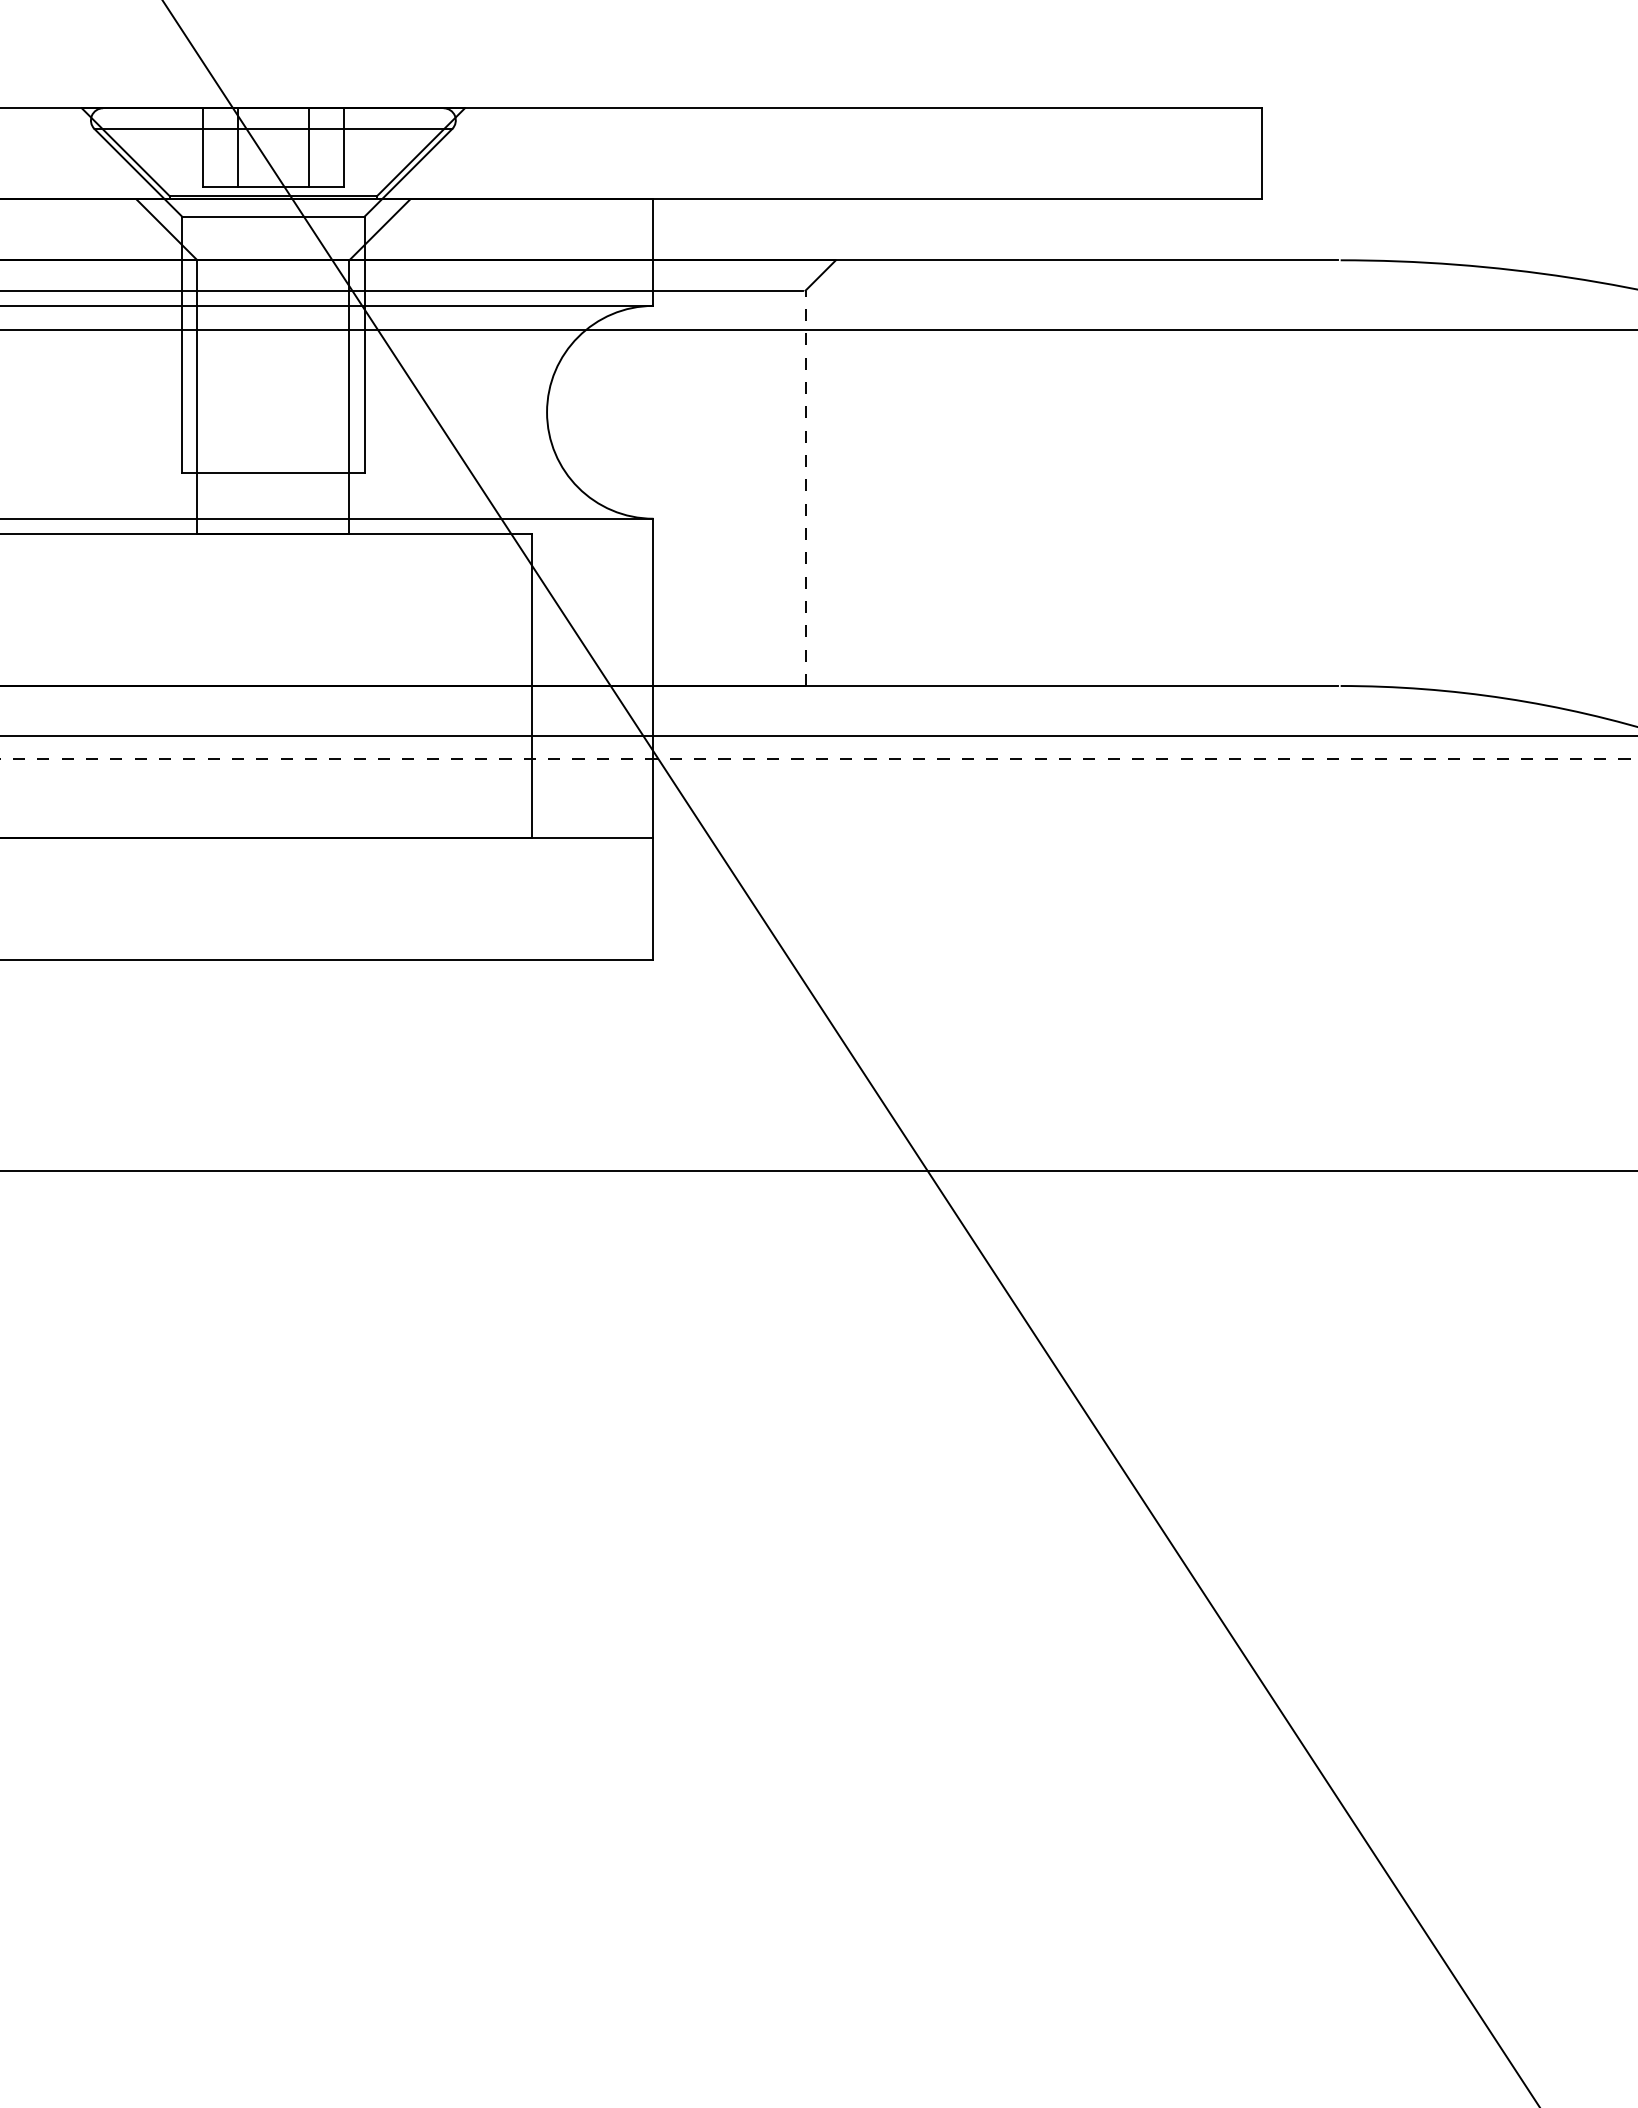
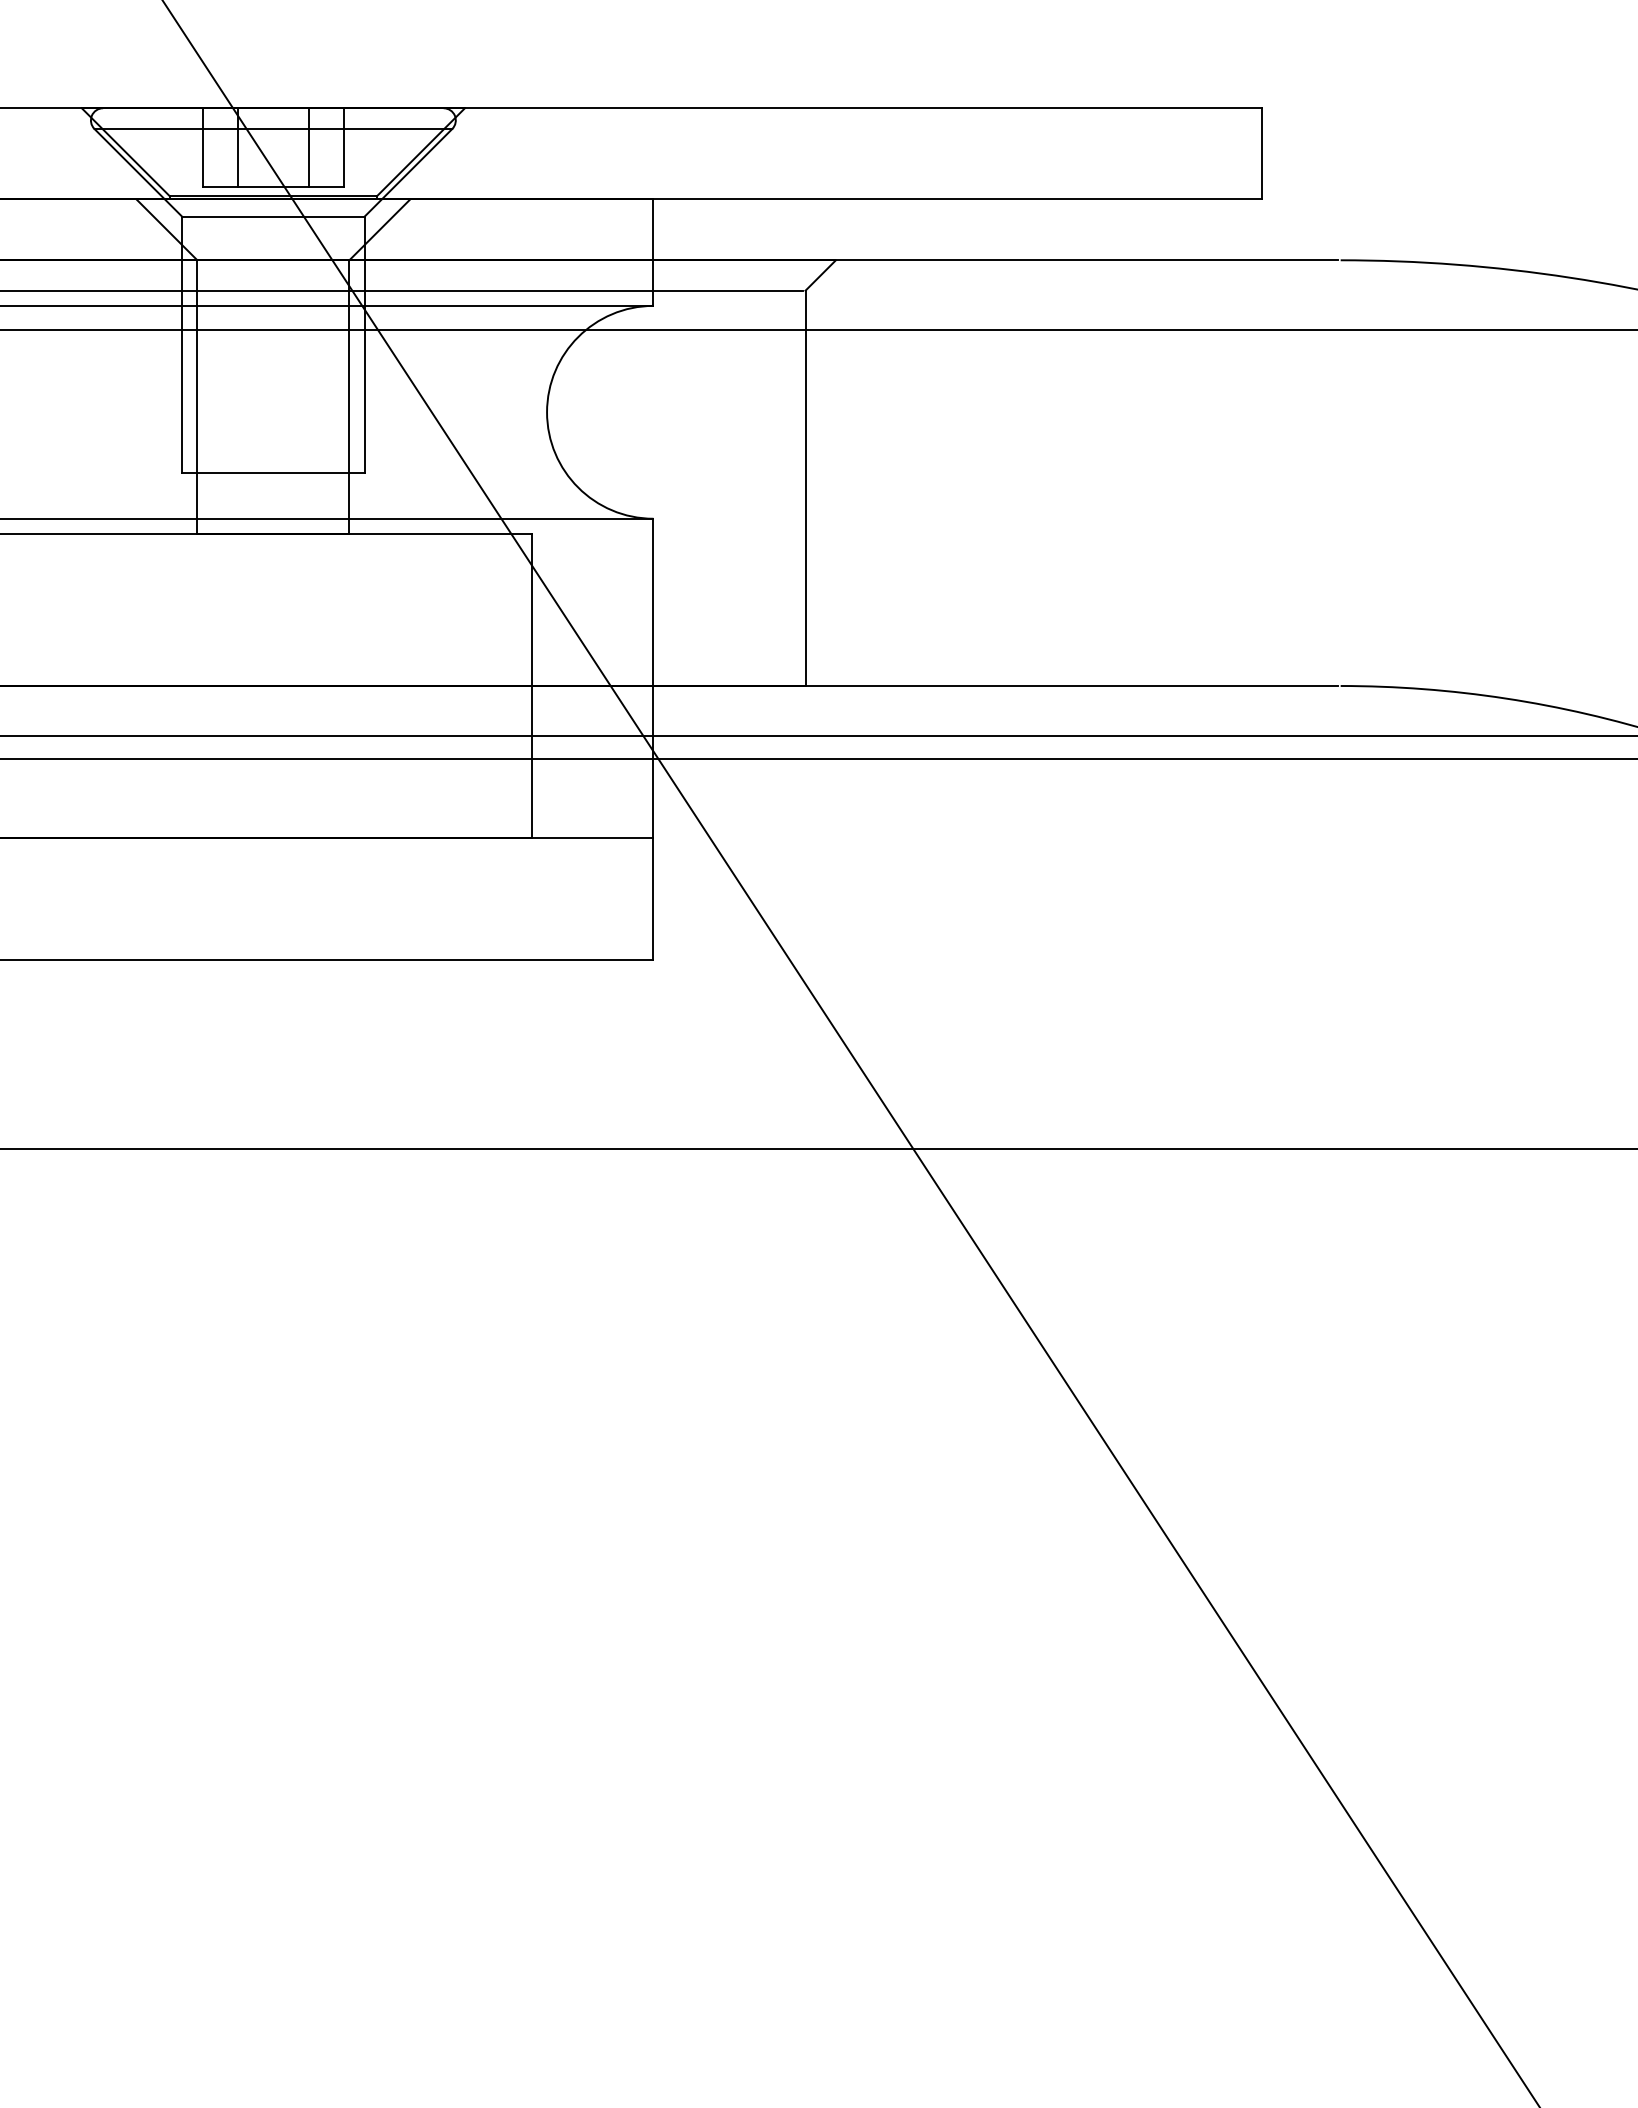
line at (805, 488): dashed -> solid
line at (818, 758): dashed -> solid
line at (818, 1170) position: (818, 1170) -> (818, 1148)
